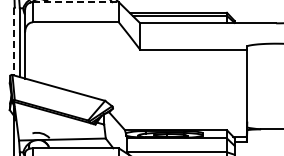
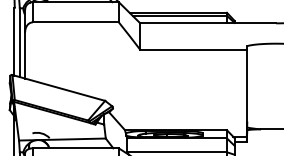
line at (75, 2): dashed -> solid
line at (14, 41): dashed -> solid
